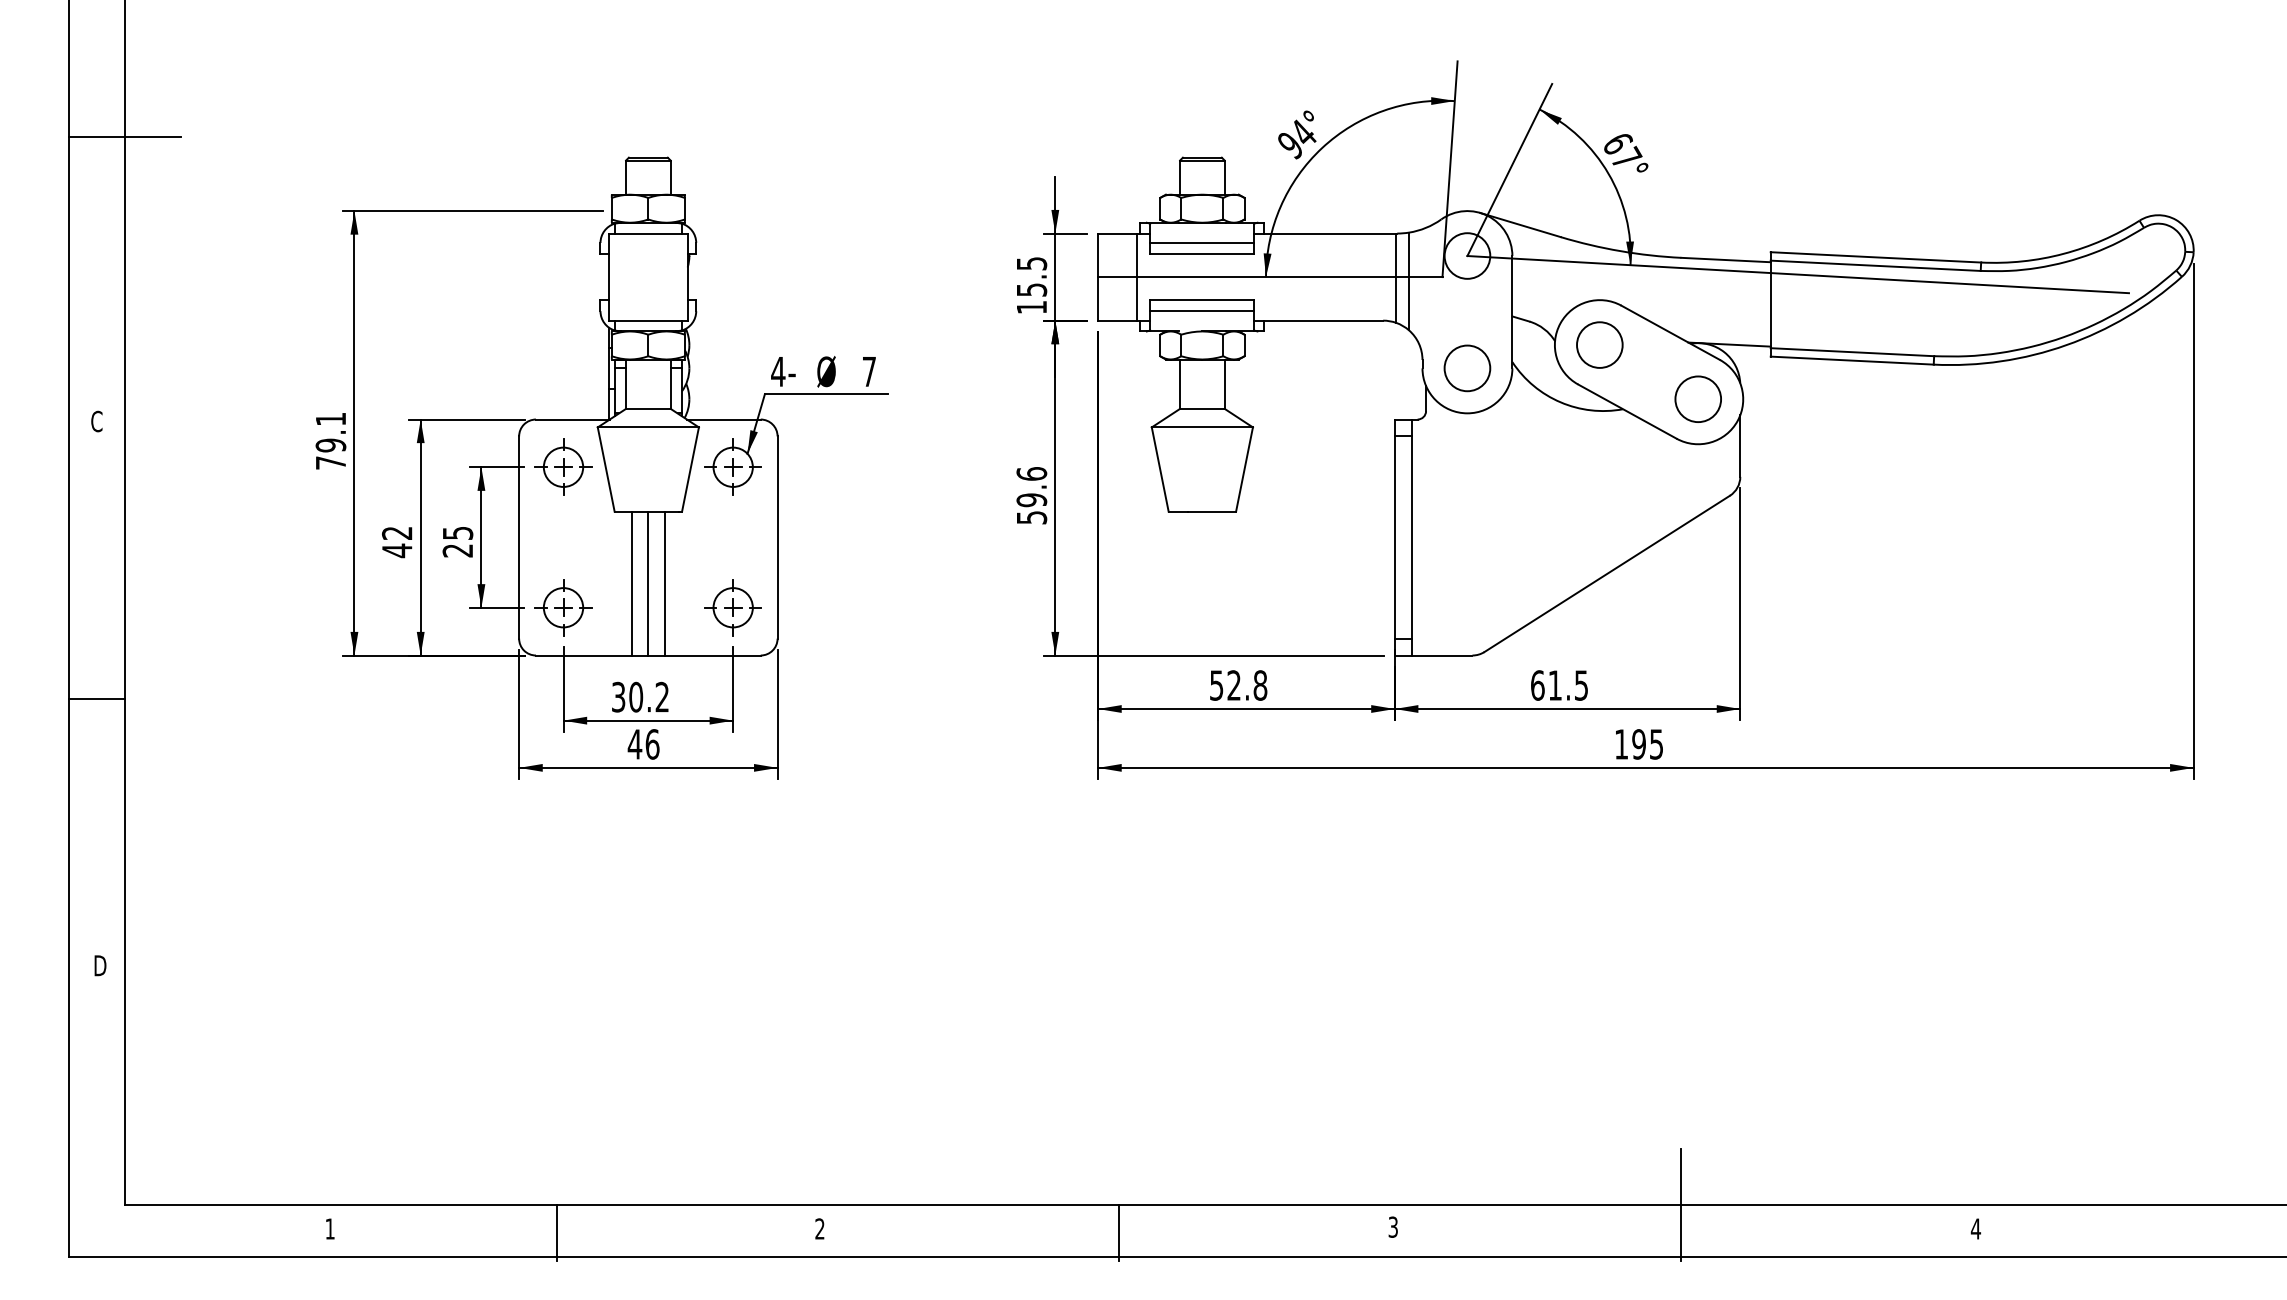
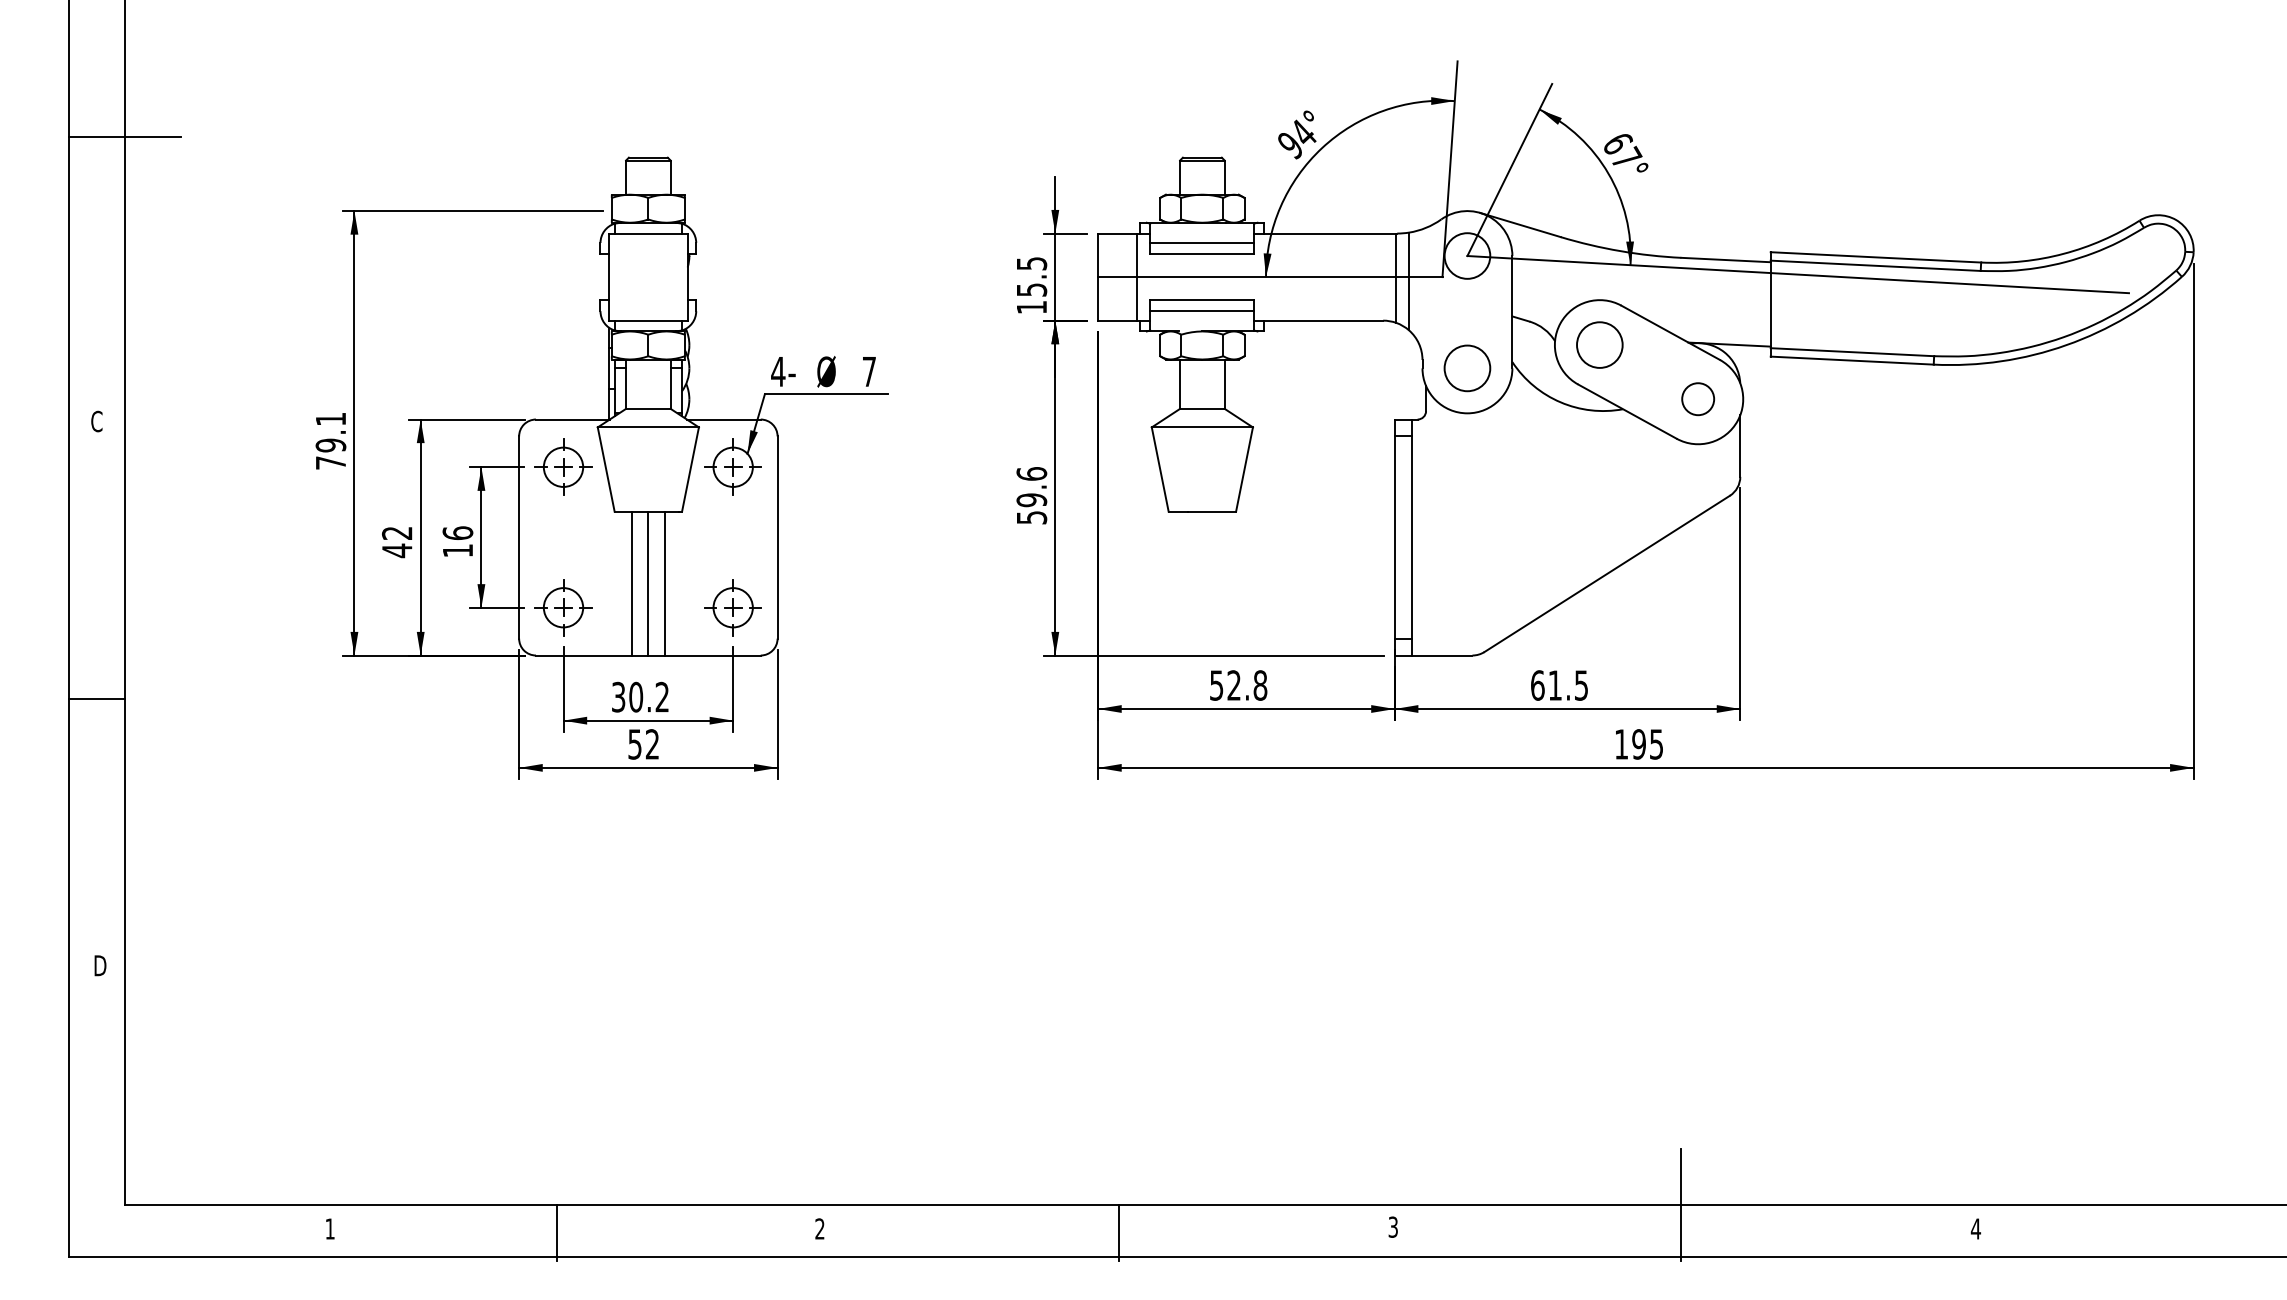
circle at (1697, 398) size: 48x48 px -> 35x35 px
text at (457, 541): 25 -> 16
text at (643, 744): 46 -> 52
